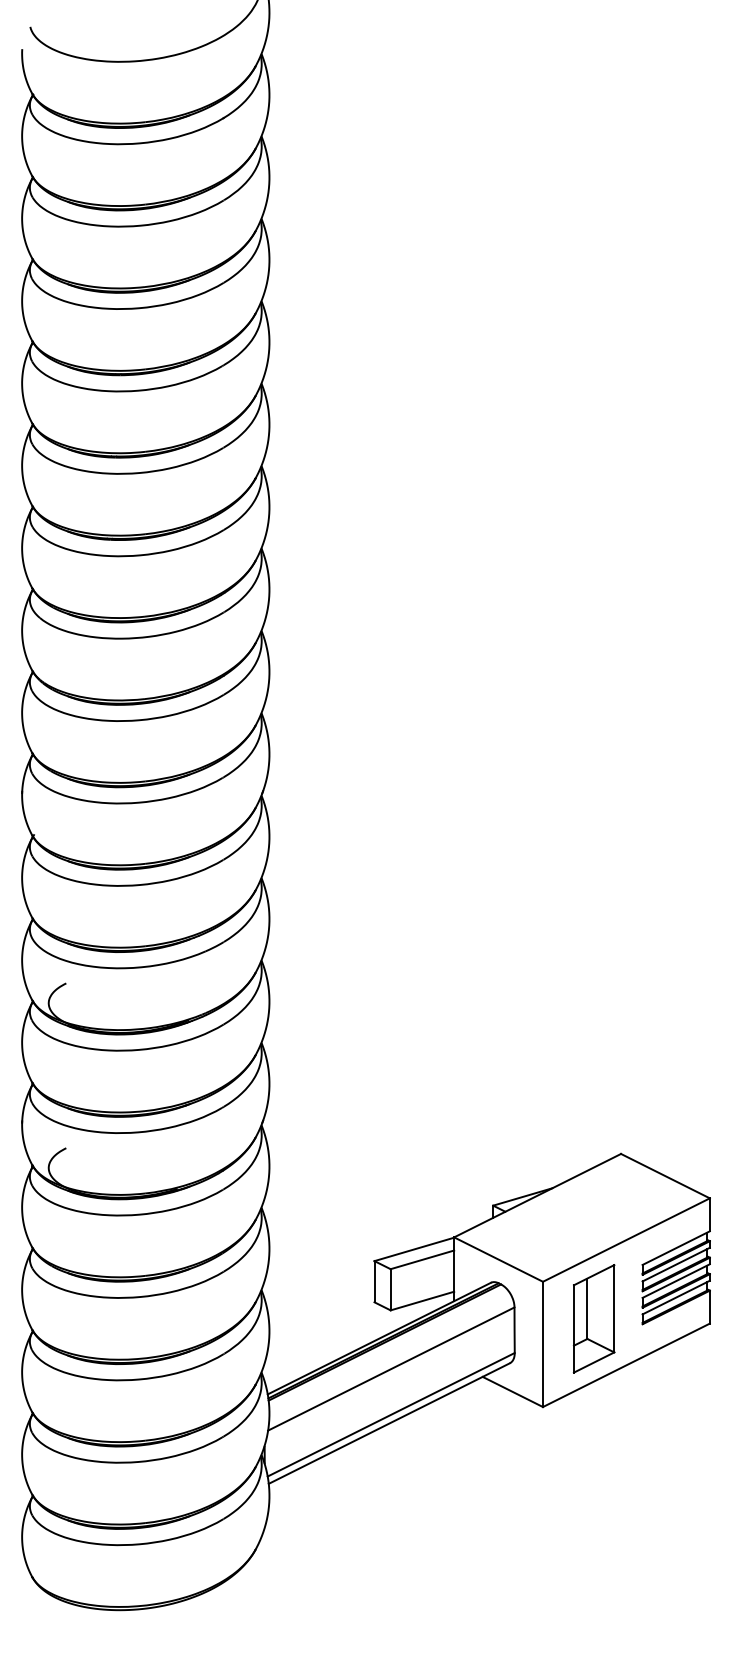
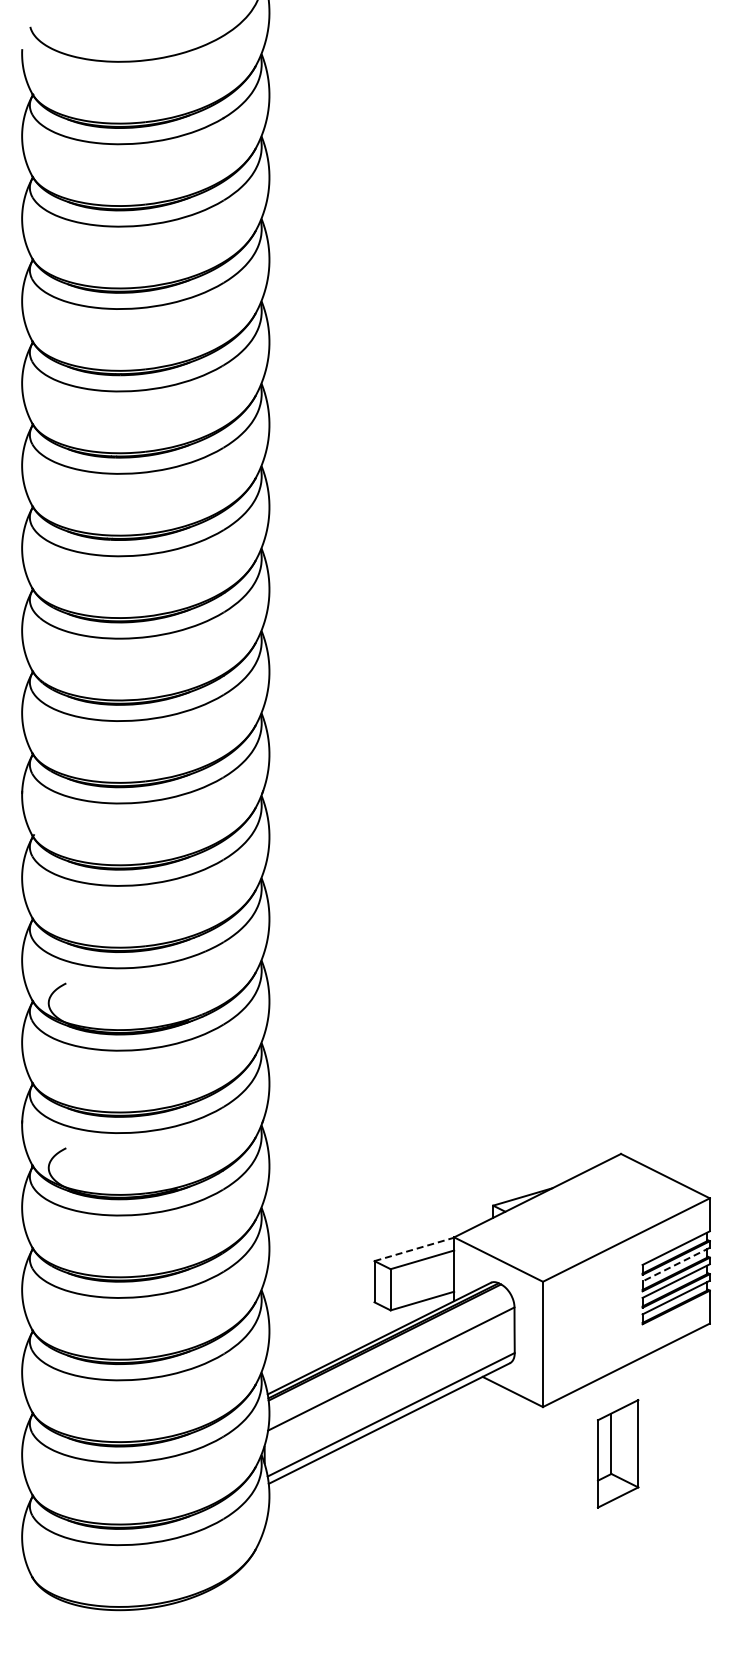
line at (414, 1249): solid -> dashed
line at (676, 1264): solid -> dashed
part at (593, 1318) position: (593, 1318) -> (617, 1453)
